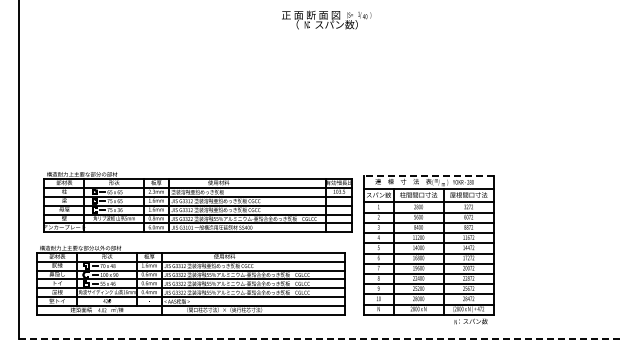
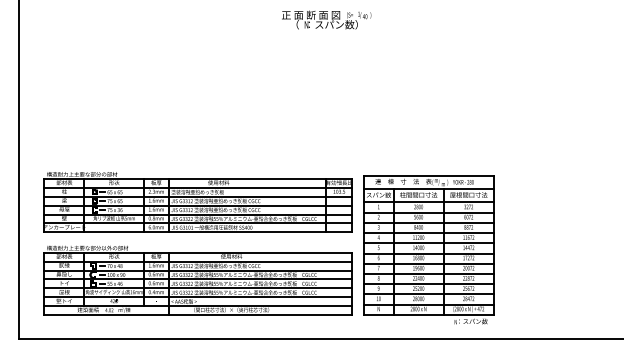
line at (428, 175): dashed -> solid
part at (190, 280) position: (190, 280) -> (197, 280)
line at (321, 339): dashed -> solid
